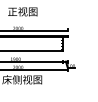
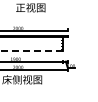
text at (22, 11) position: (22, 11) -> (30, 7)
line at (32, 51): solid -> dashed
